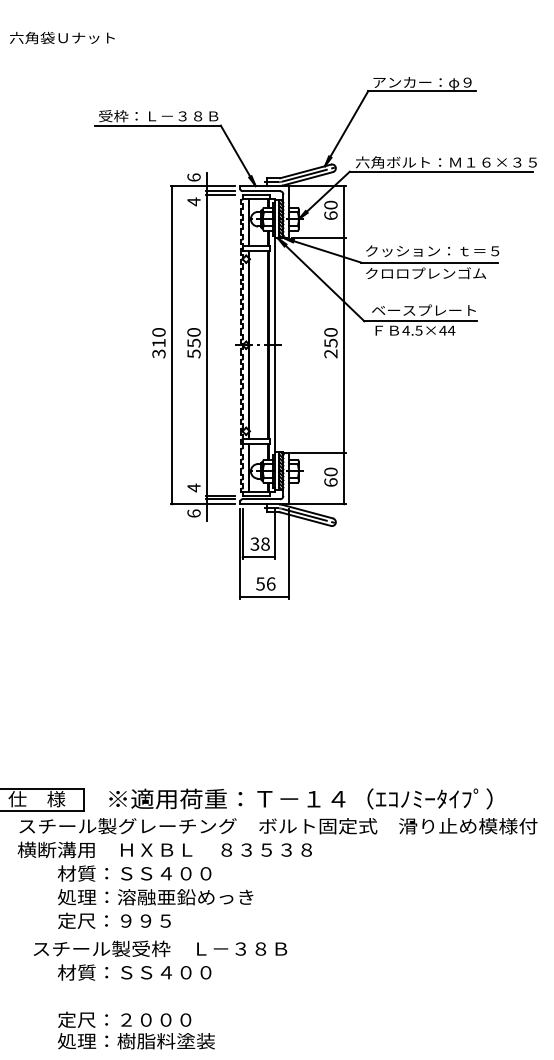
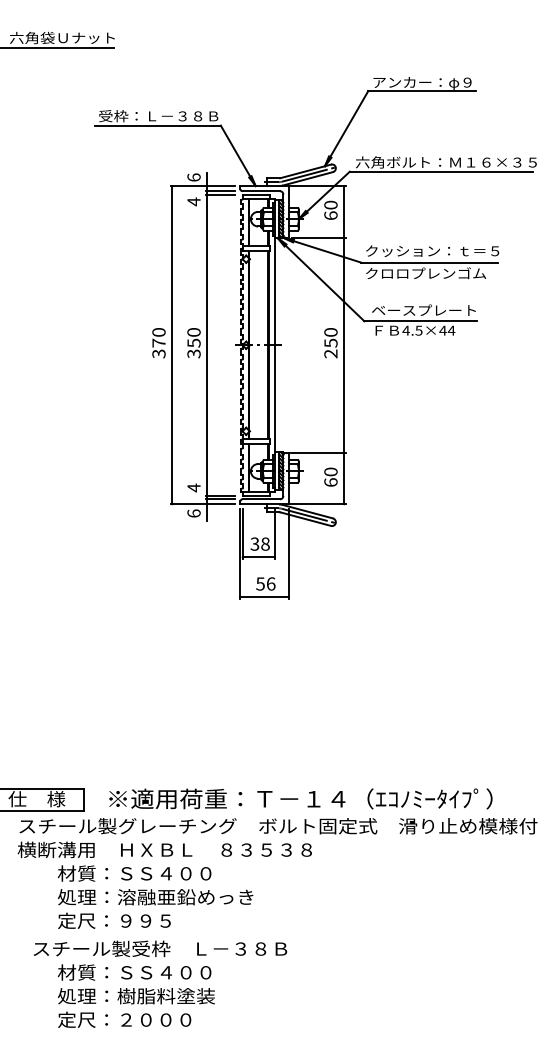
line at (58, 47): none -> present
text at (158, 342): 310 -> 370
text at (193, 353): 550 -> 350
text at (136, 1041) position: (136, 1041) -> (136, 996)
